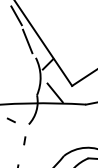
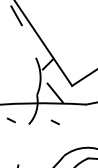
line at (27, 41): present -> none
line at (54, 122): none -> present
line at (24, 140): present -> none
